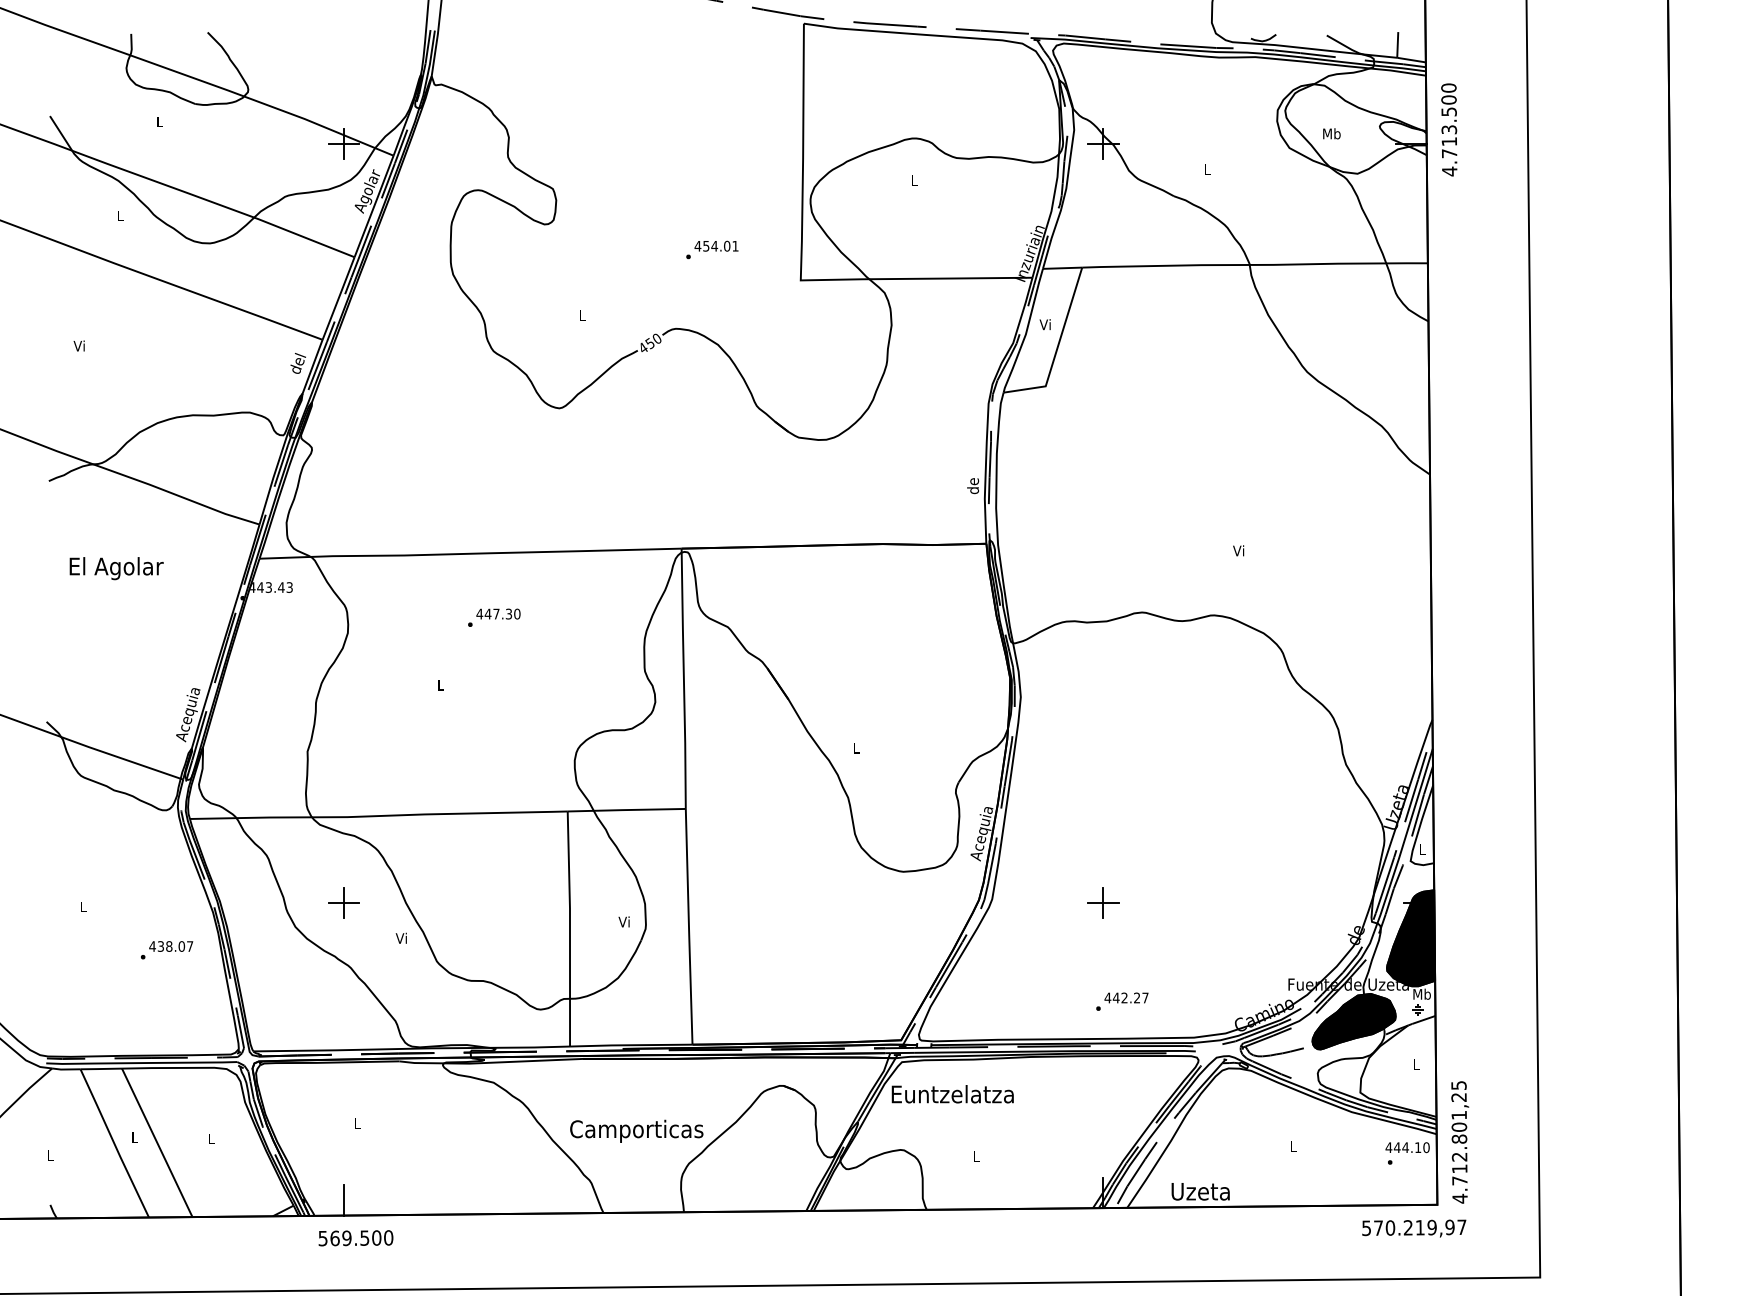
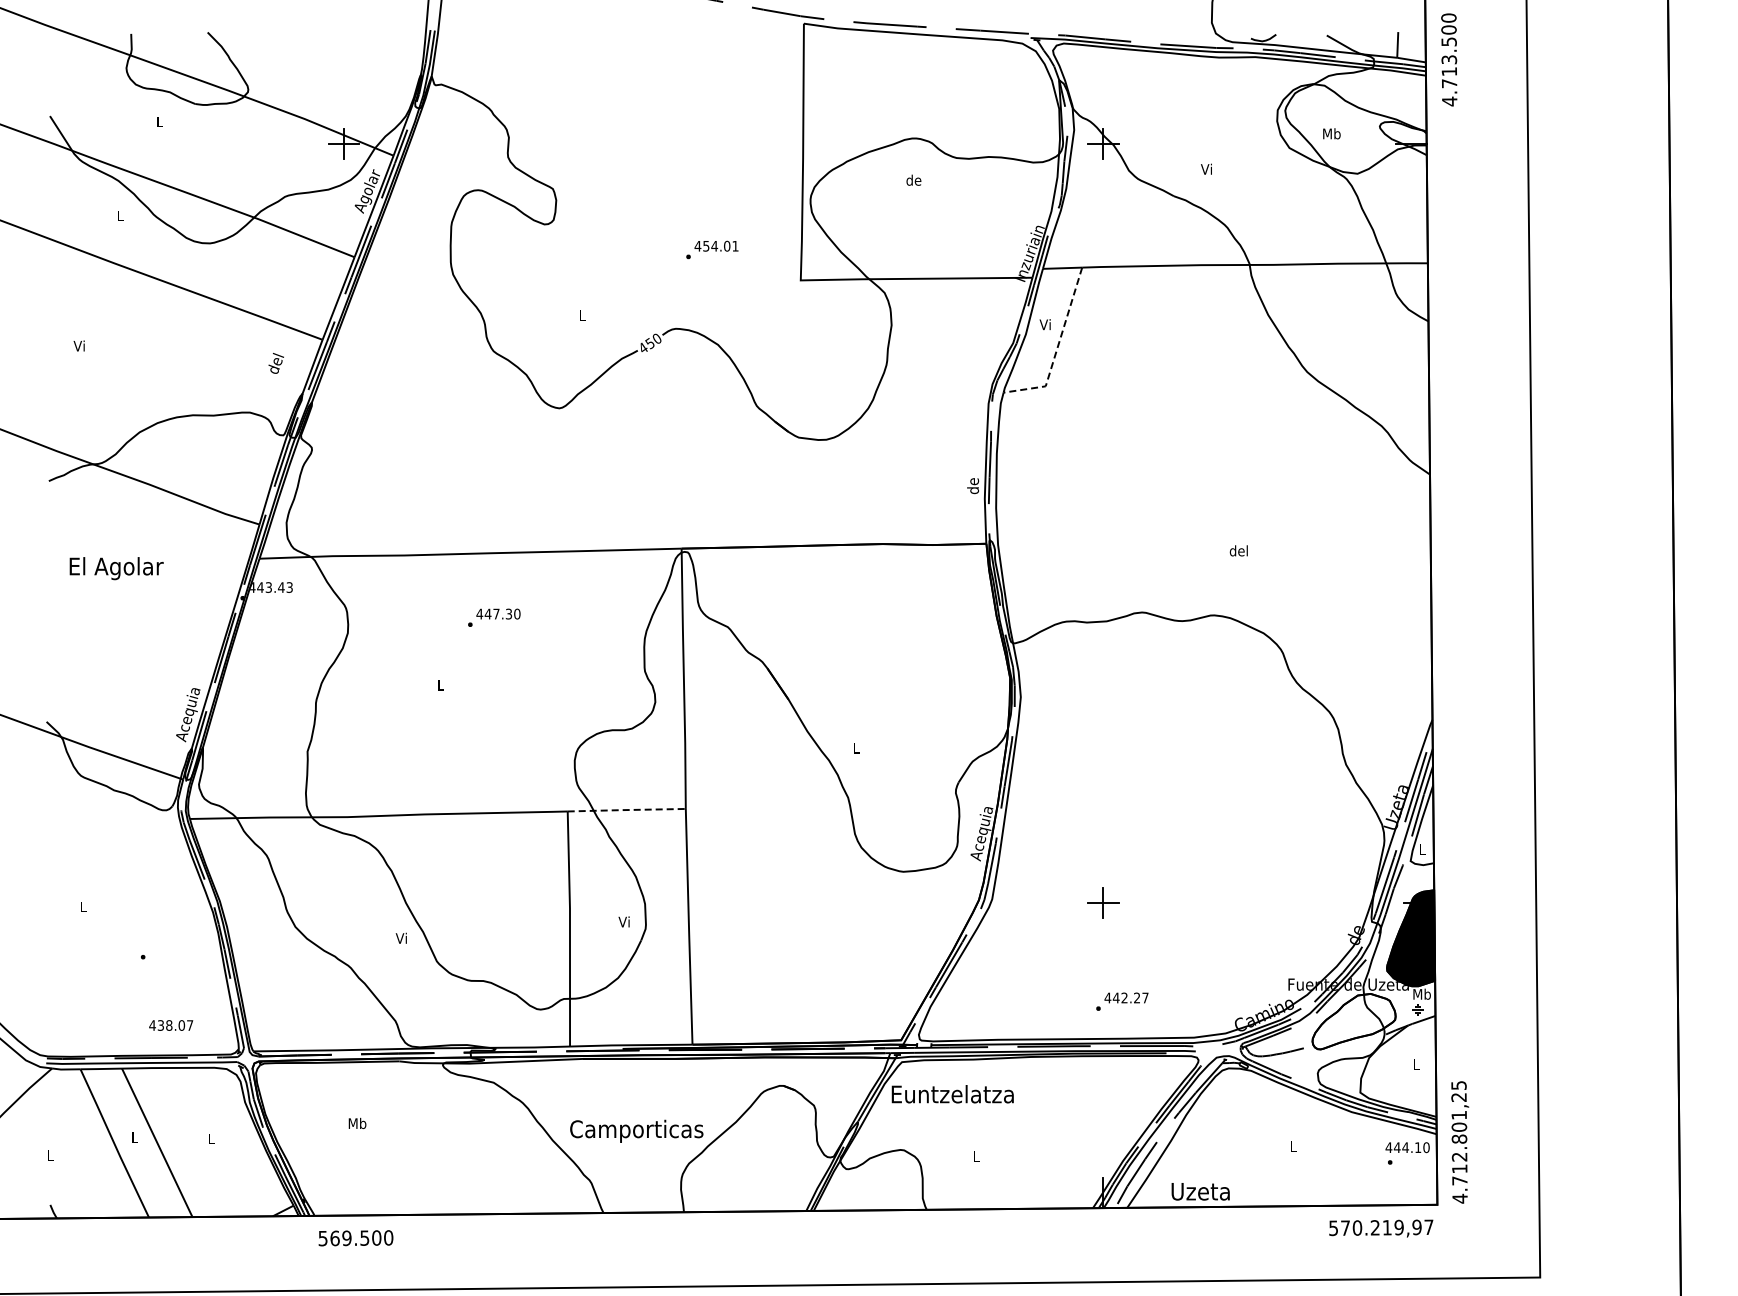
text at (1449, 129) position: (1449, 129) -> (1449, 59)
text at (1206, 168): L -> Vi
text at (913, 179): L -> de
line at (1057, 348): solid -> dashed
text at (297, 363) position: (297, 363) -> (275, 363)
text at (1238, 550): Vi -> del
line at (625, 810): solid -> dashed
part at (343, 902): present -> none
text at (171, 946) position: (171, 946) -> (171, 1025)
fill at (1353, 1021): present -> none
text at (357, 1123): L -> Mb
line at (344, 1200): present -> none
text at (1414, 1228) position: (1414, 1228) -> (1381, 1228)
